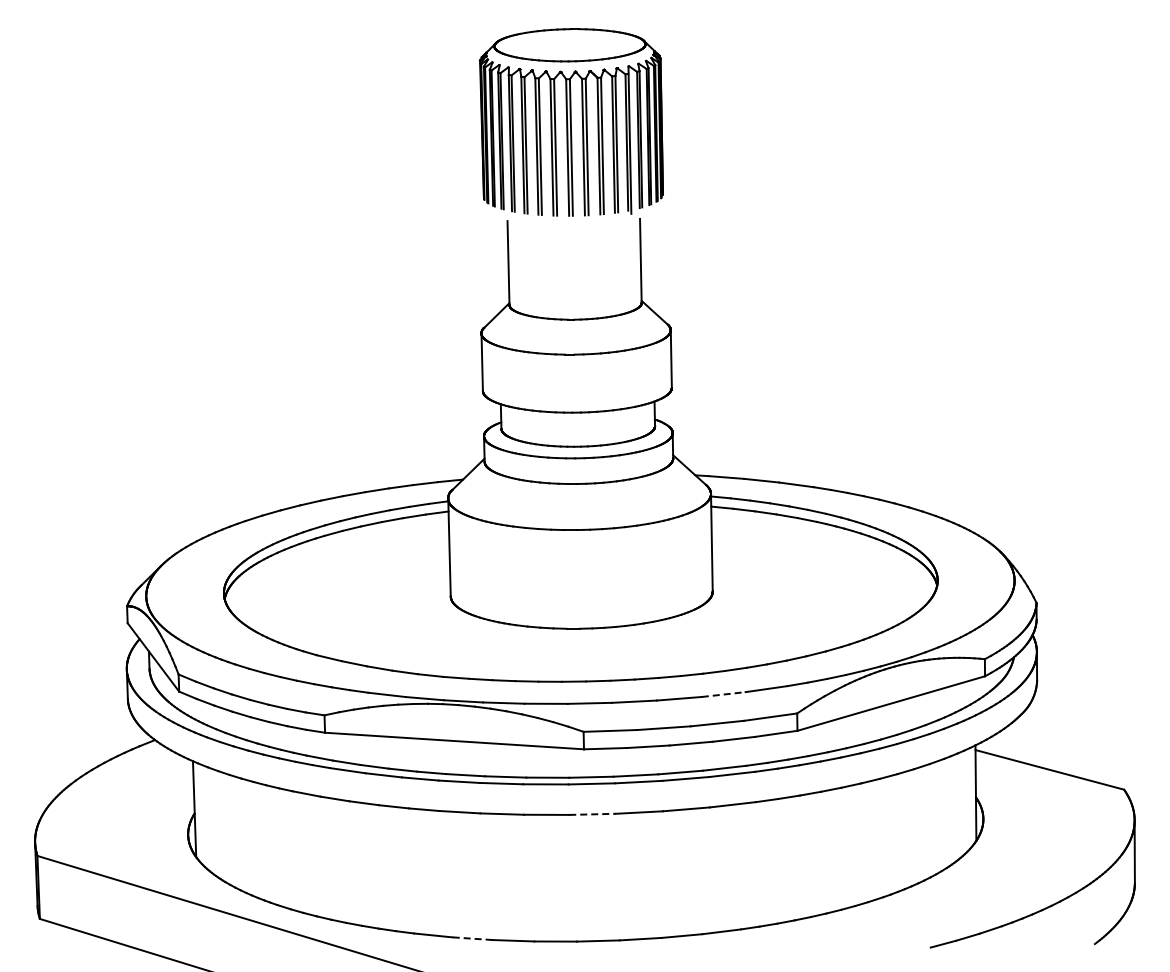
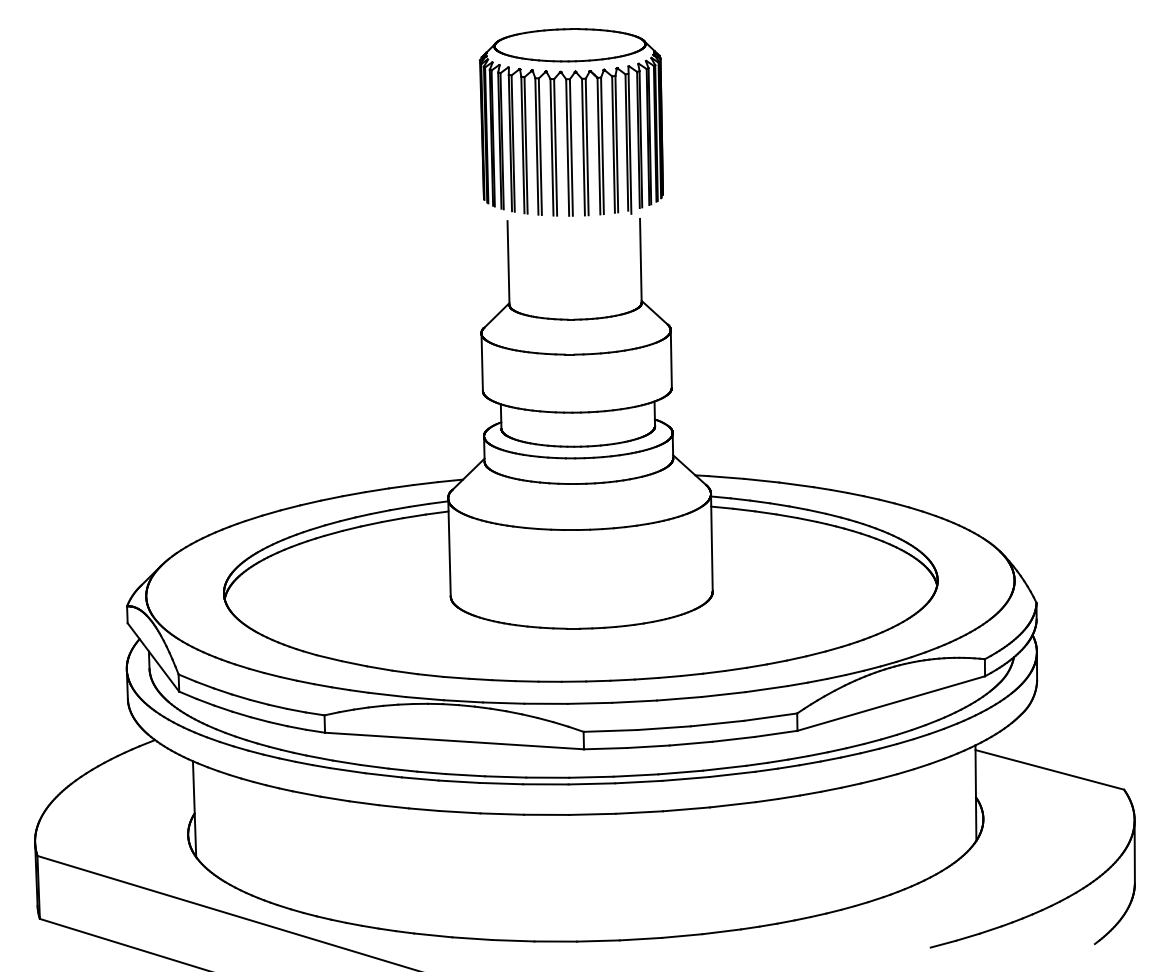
line at (724, 694): dashed -> solid
line at (593, 814): dashed -> solid
line at (472, 938): dashed -> solid
